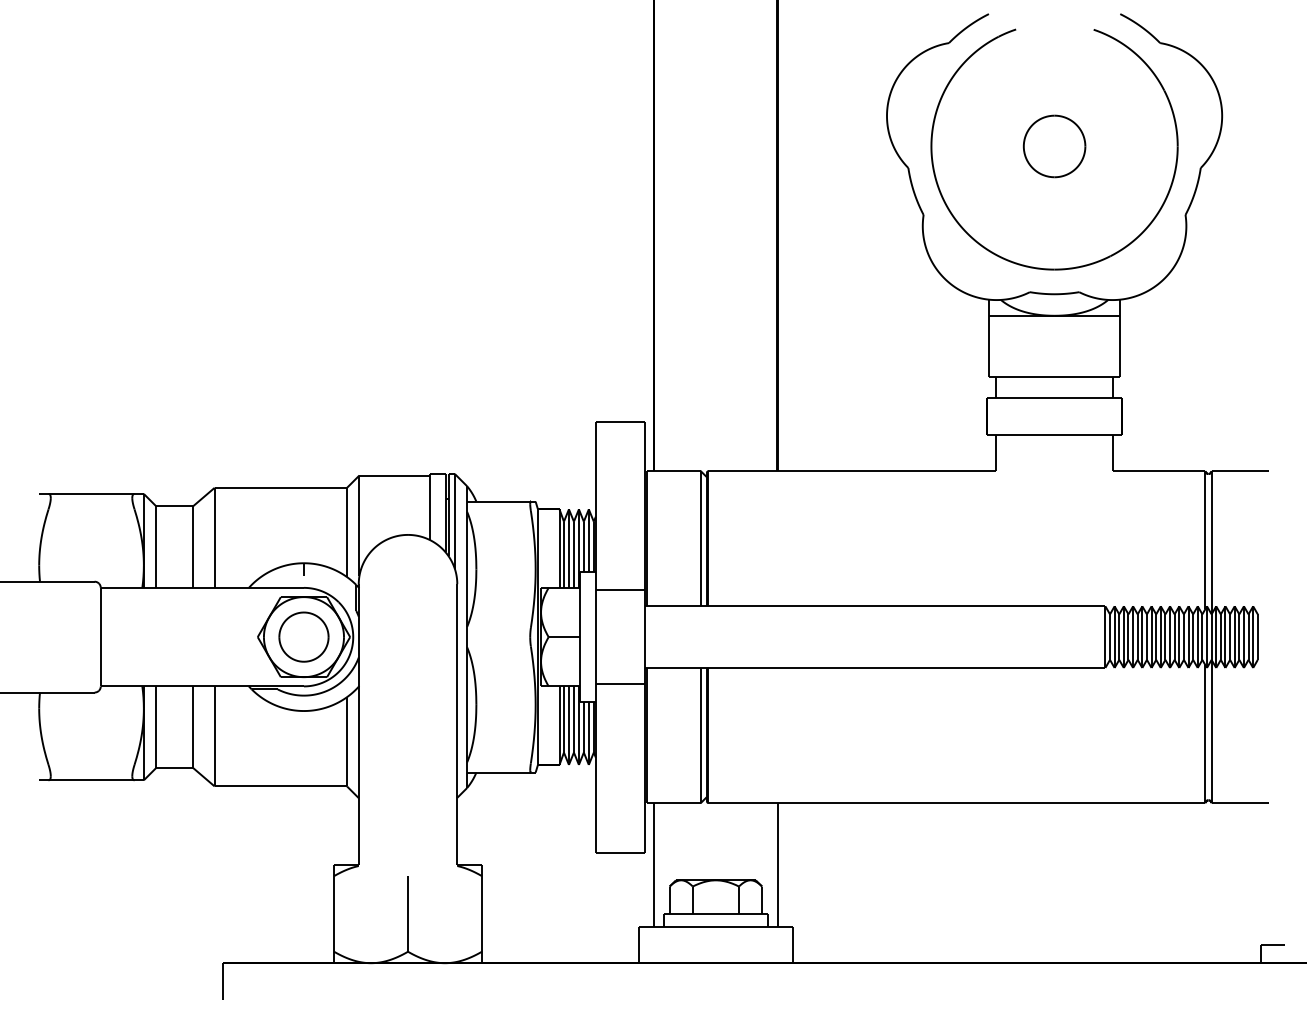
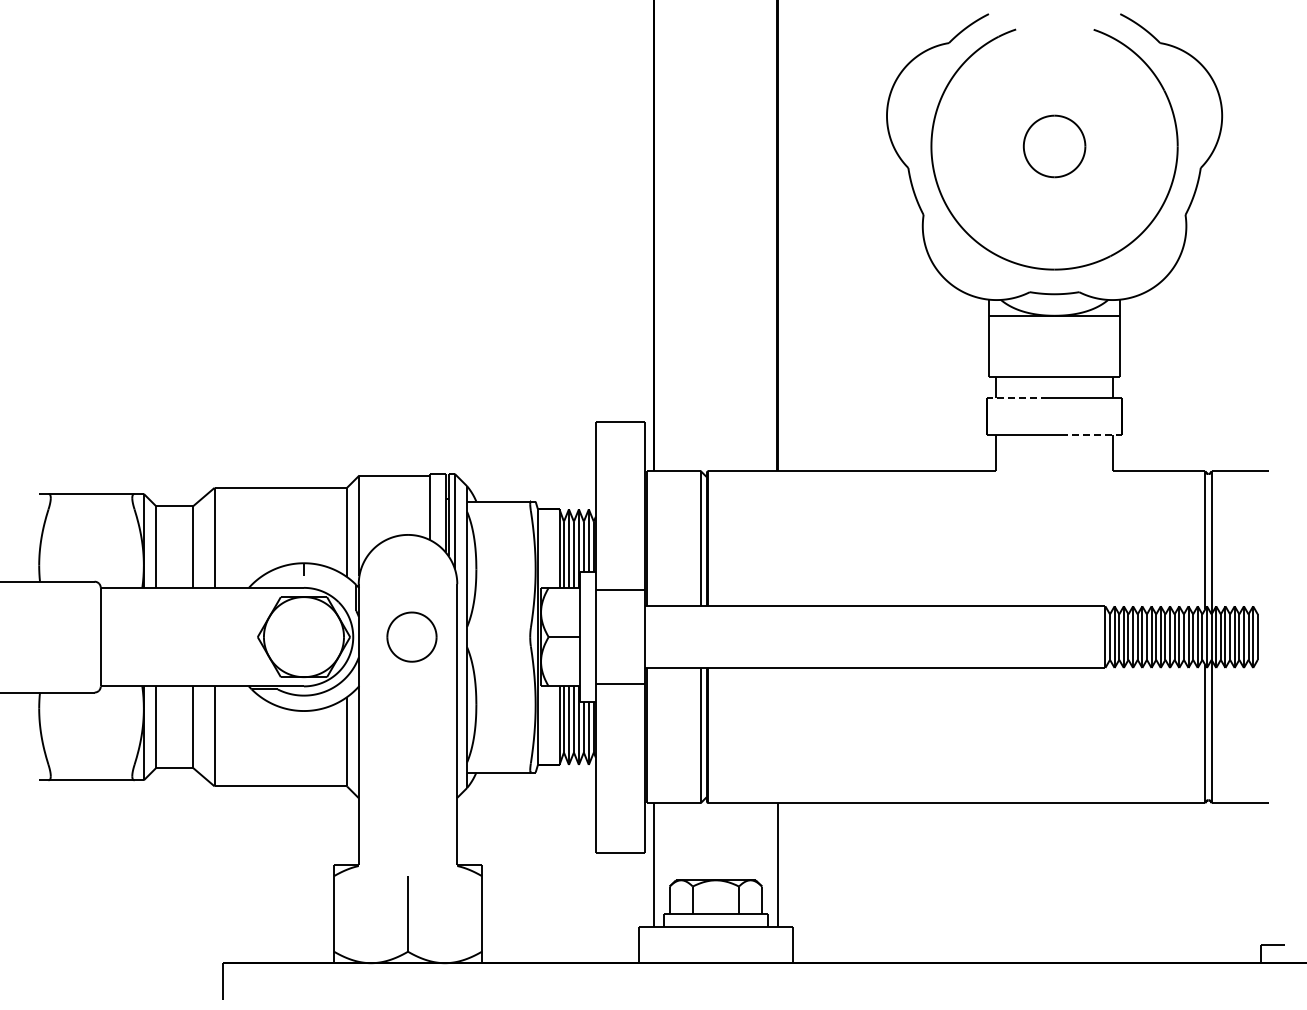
line at (1020, 397): solid -> dashed
line at (1088, 434): solid -> dashed
part at (303, 636) position: (303, 636) -> (411, 636)
